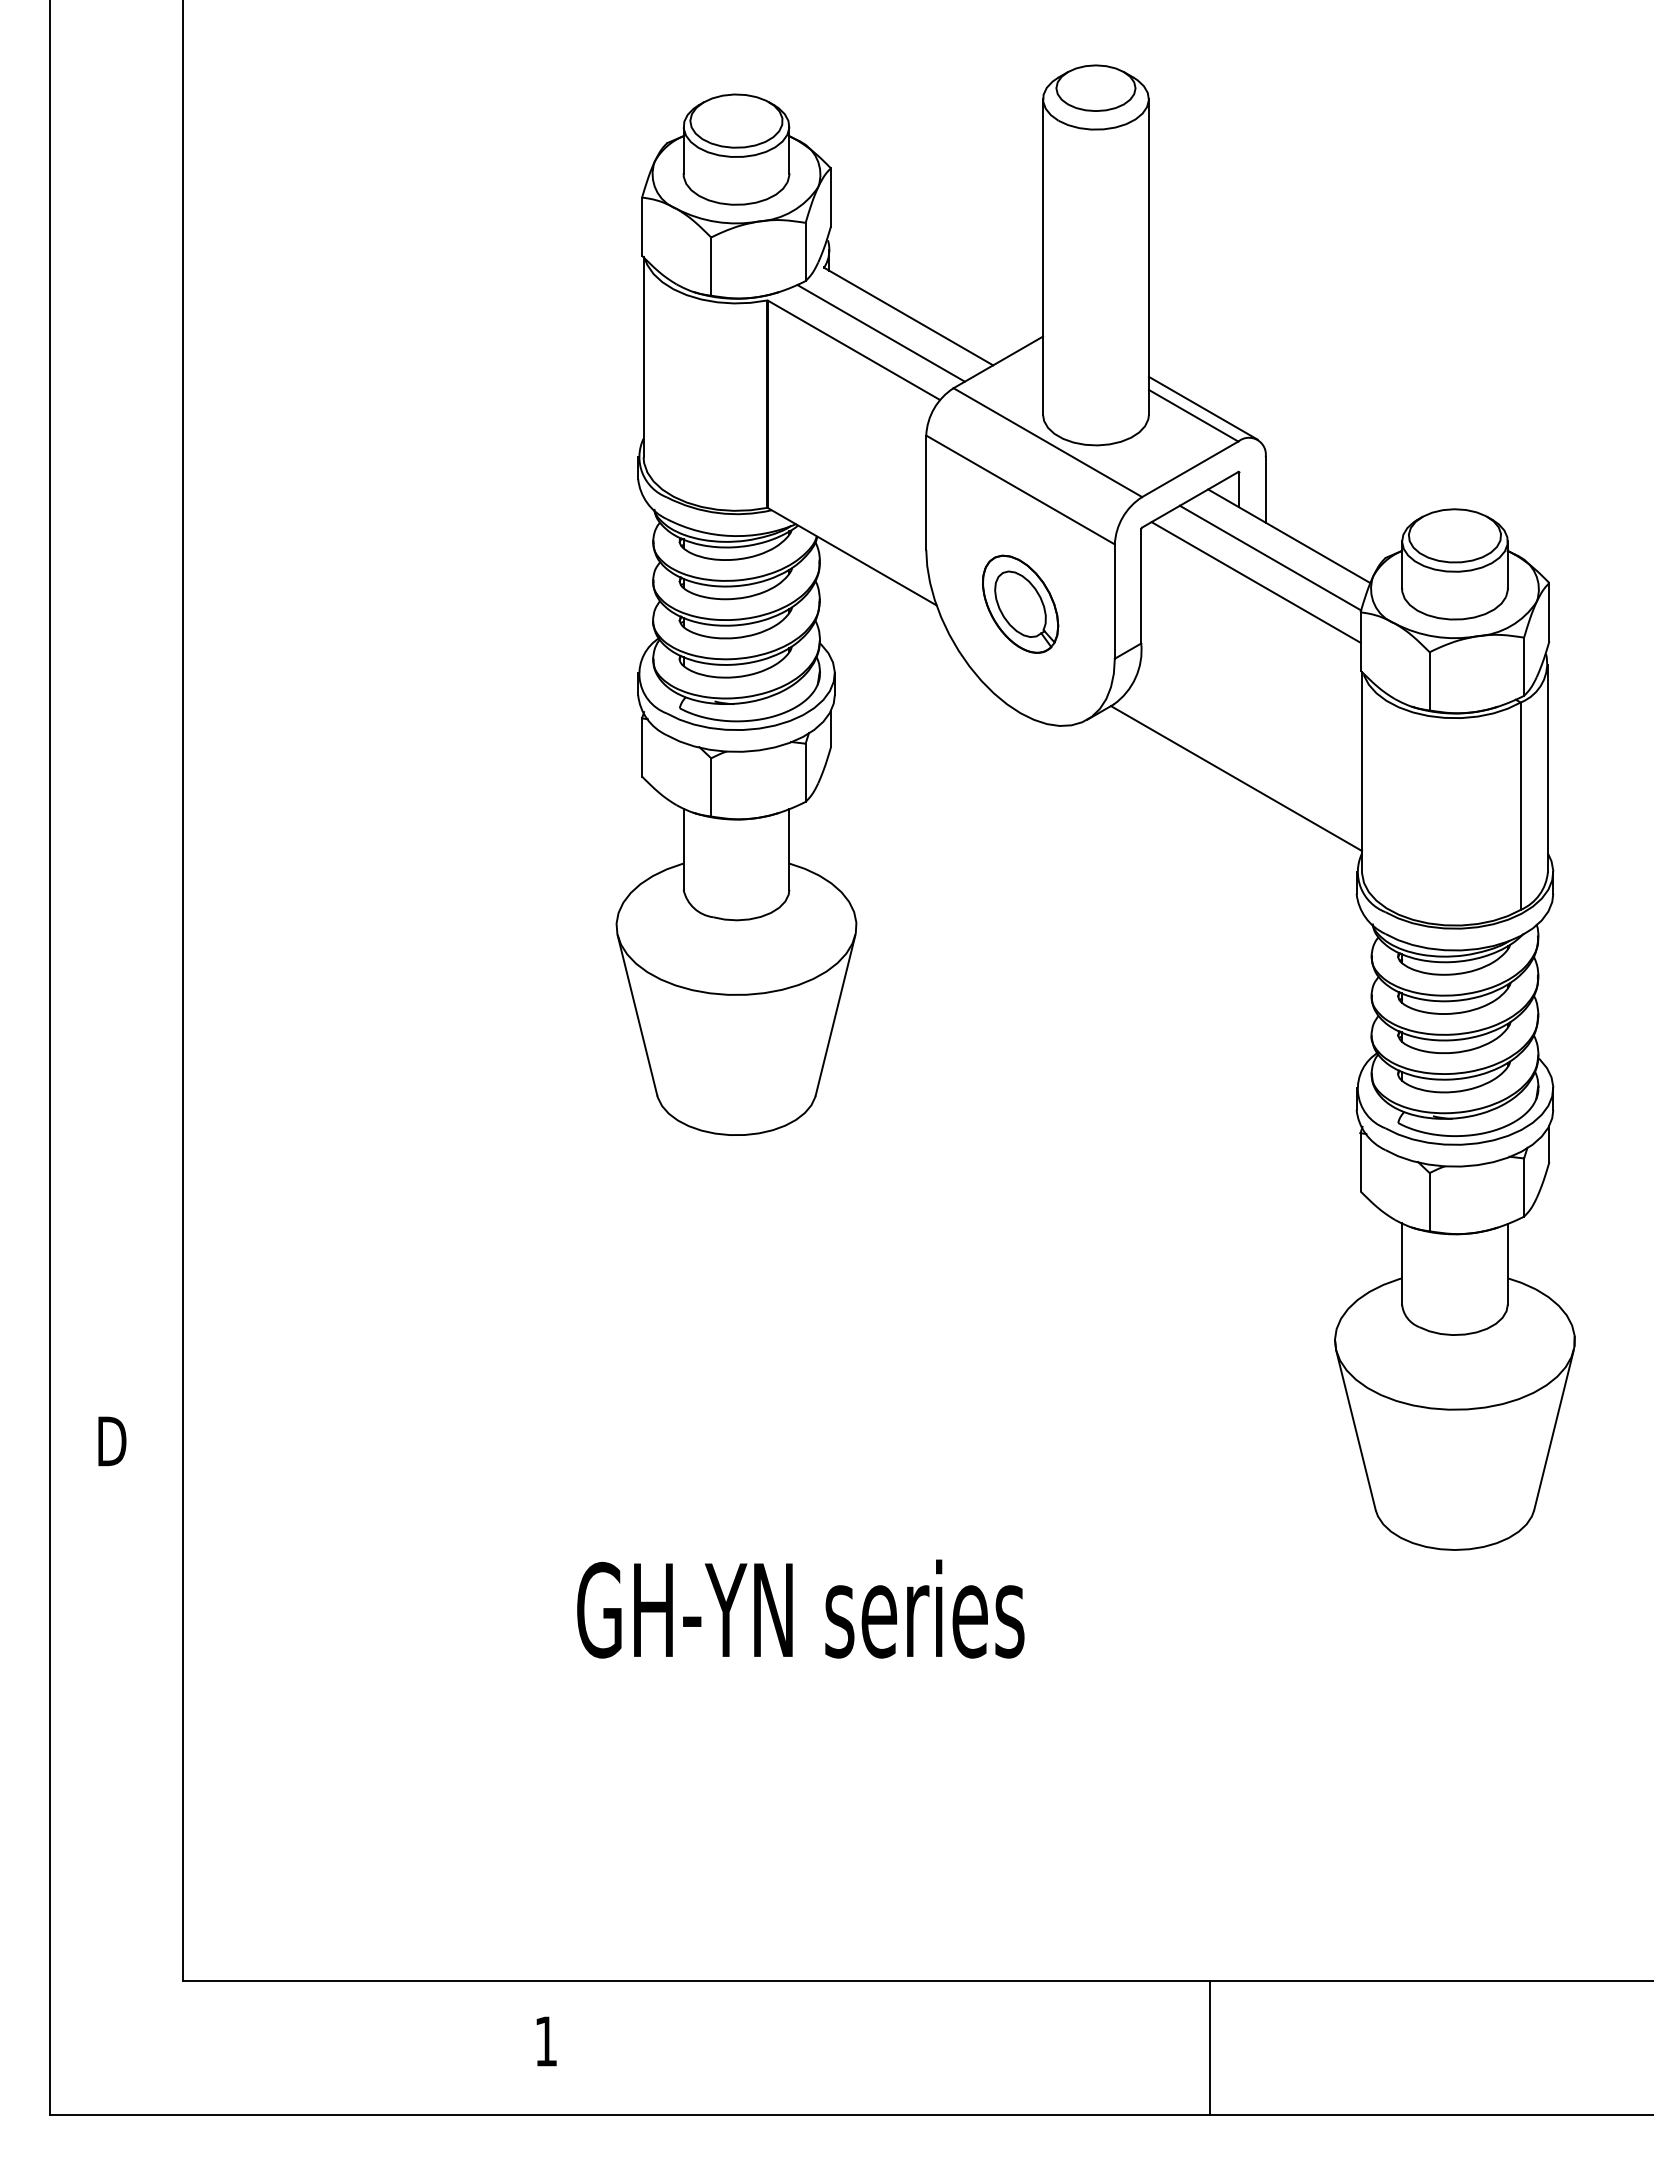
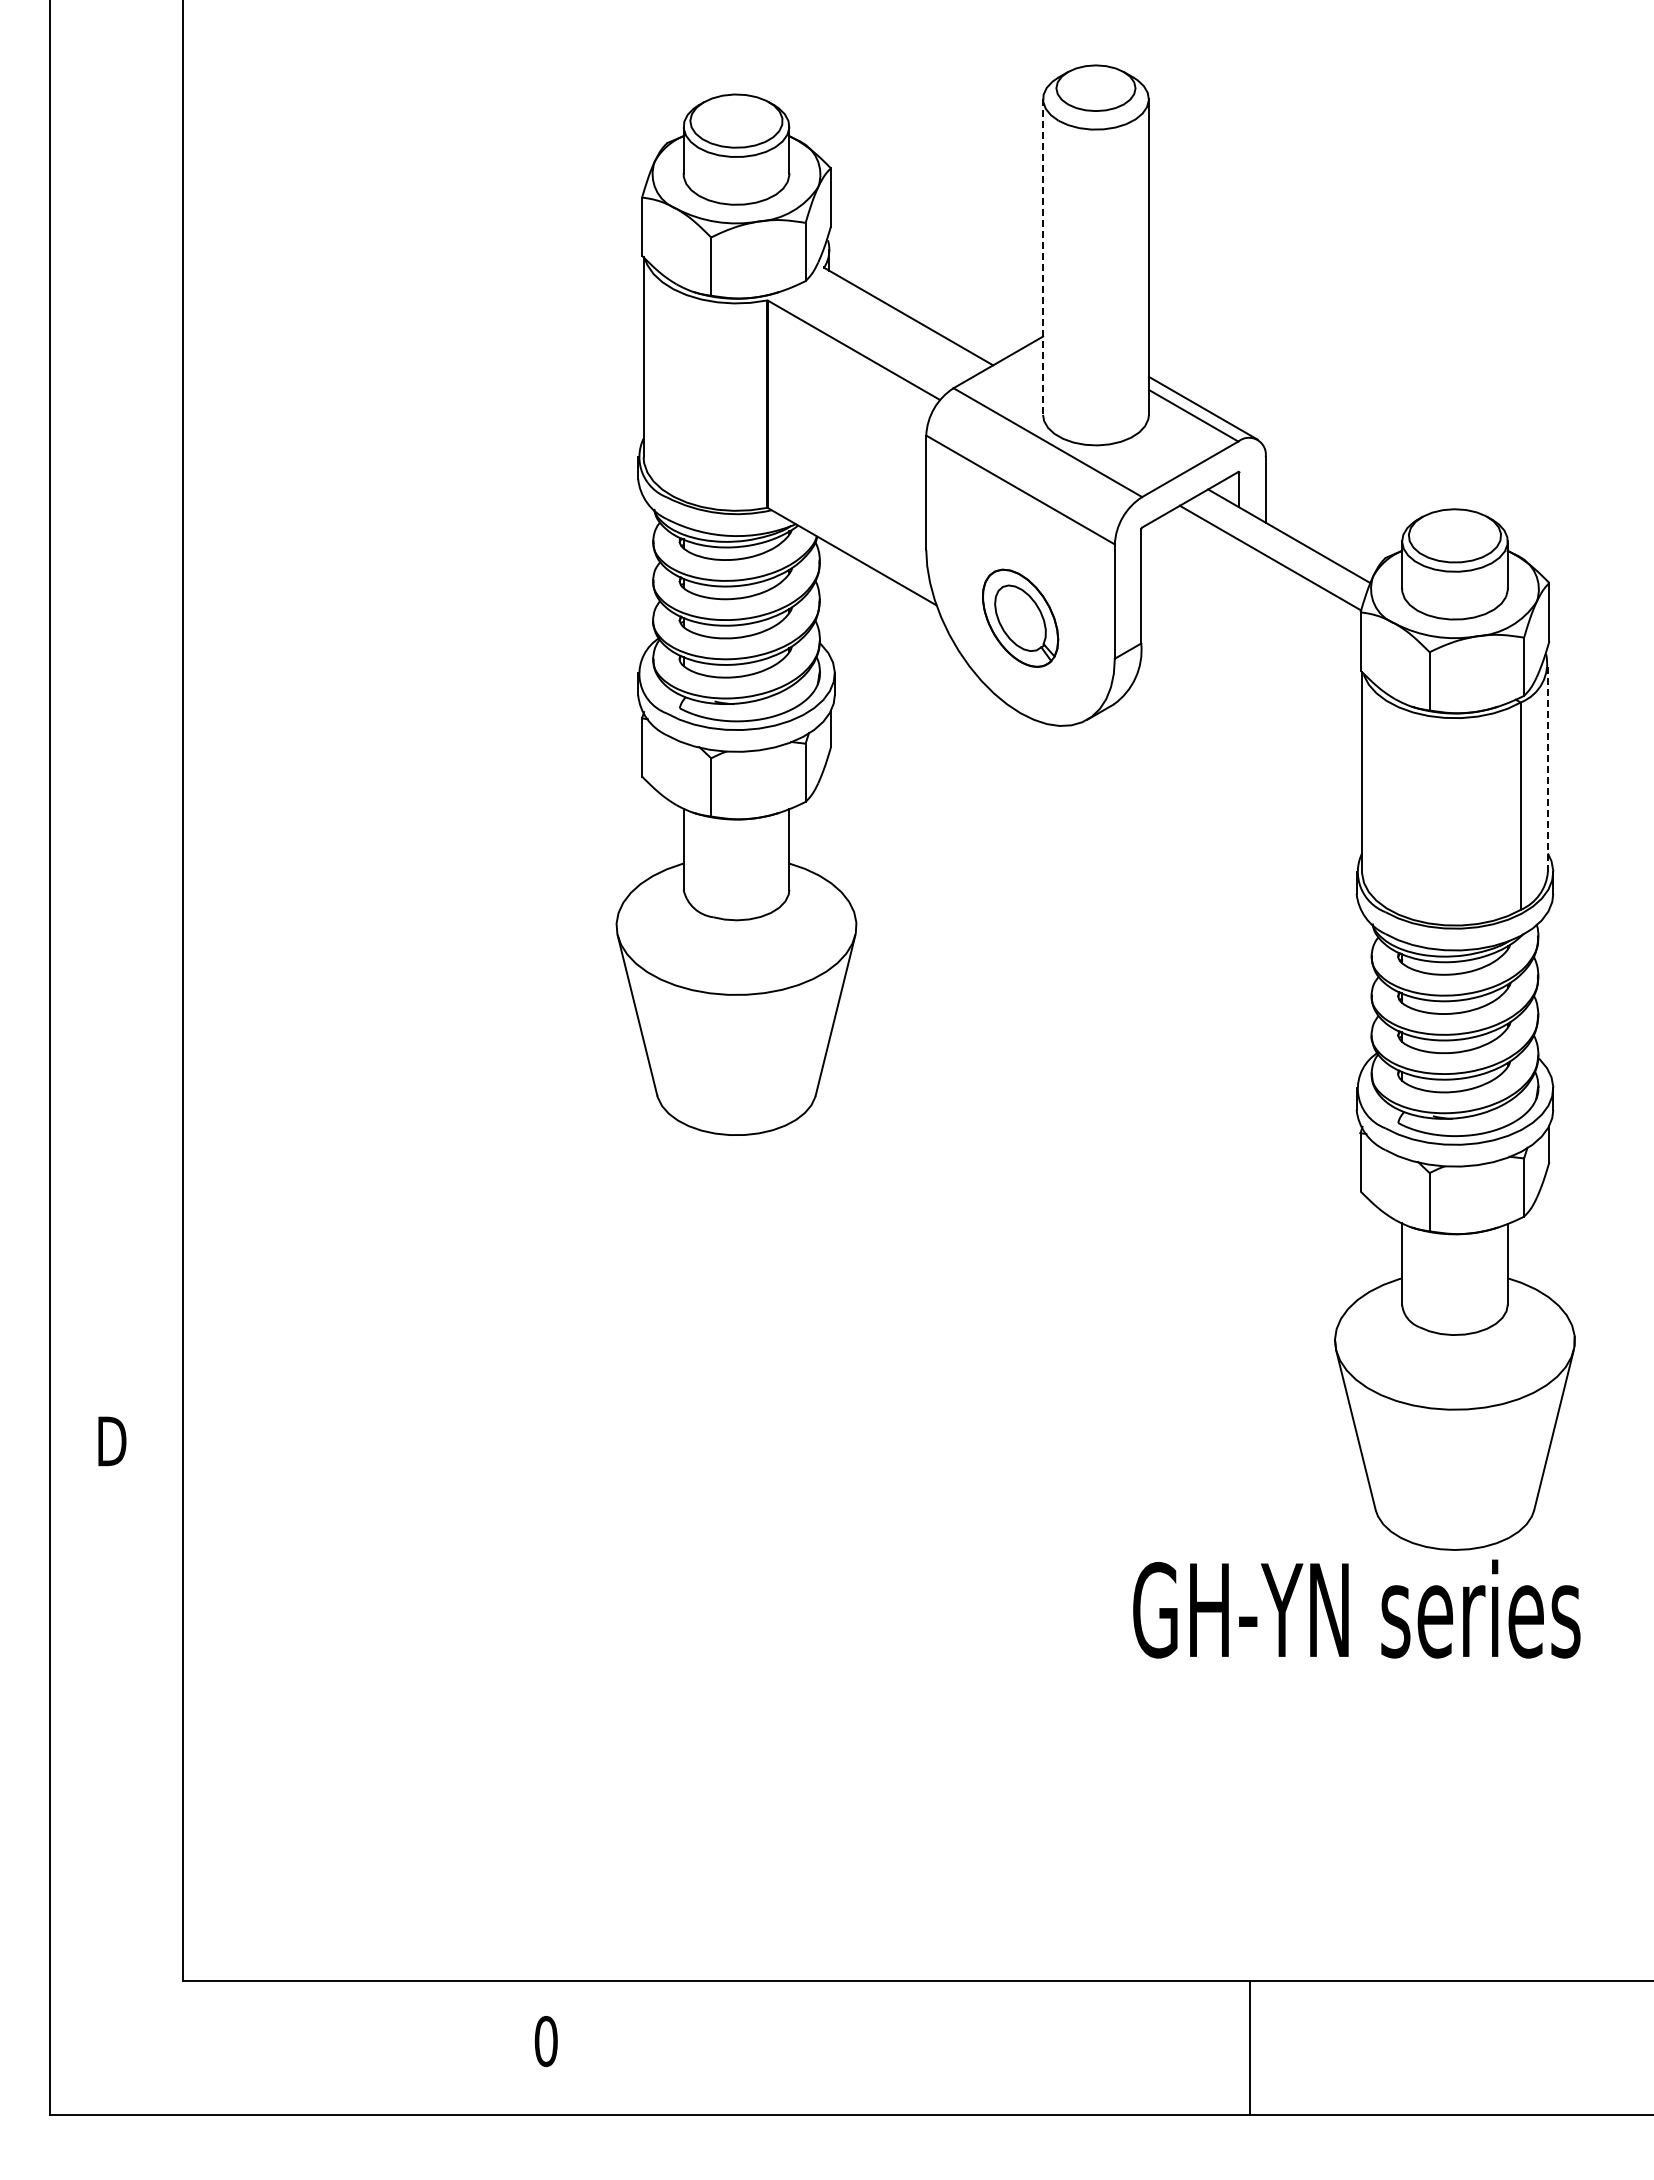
line at (1043, 257): solid -> dashed
line at (880, 332): present -> none
line at (1255, 582): present -> none
part at (1020, 603) position: (1020, 603) -> (1020, 617)
line at (1547, 768): solid -> dashed
line at (1236, 778): present -> none
text at (800, 1608) position: (800, 1608) -> (1356, 1608)
text at (545, 2041): 1 -> 0
line at (1209, 2047) position: (1209, 2047) -> (1249, 2047)
